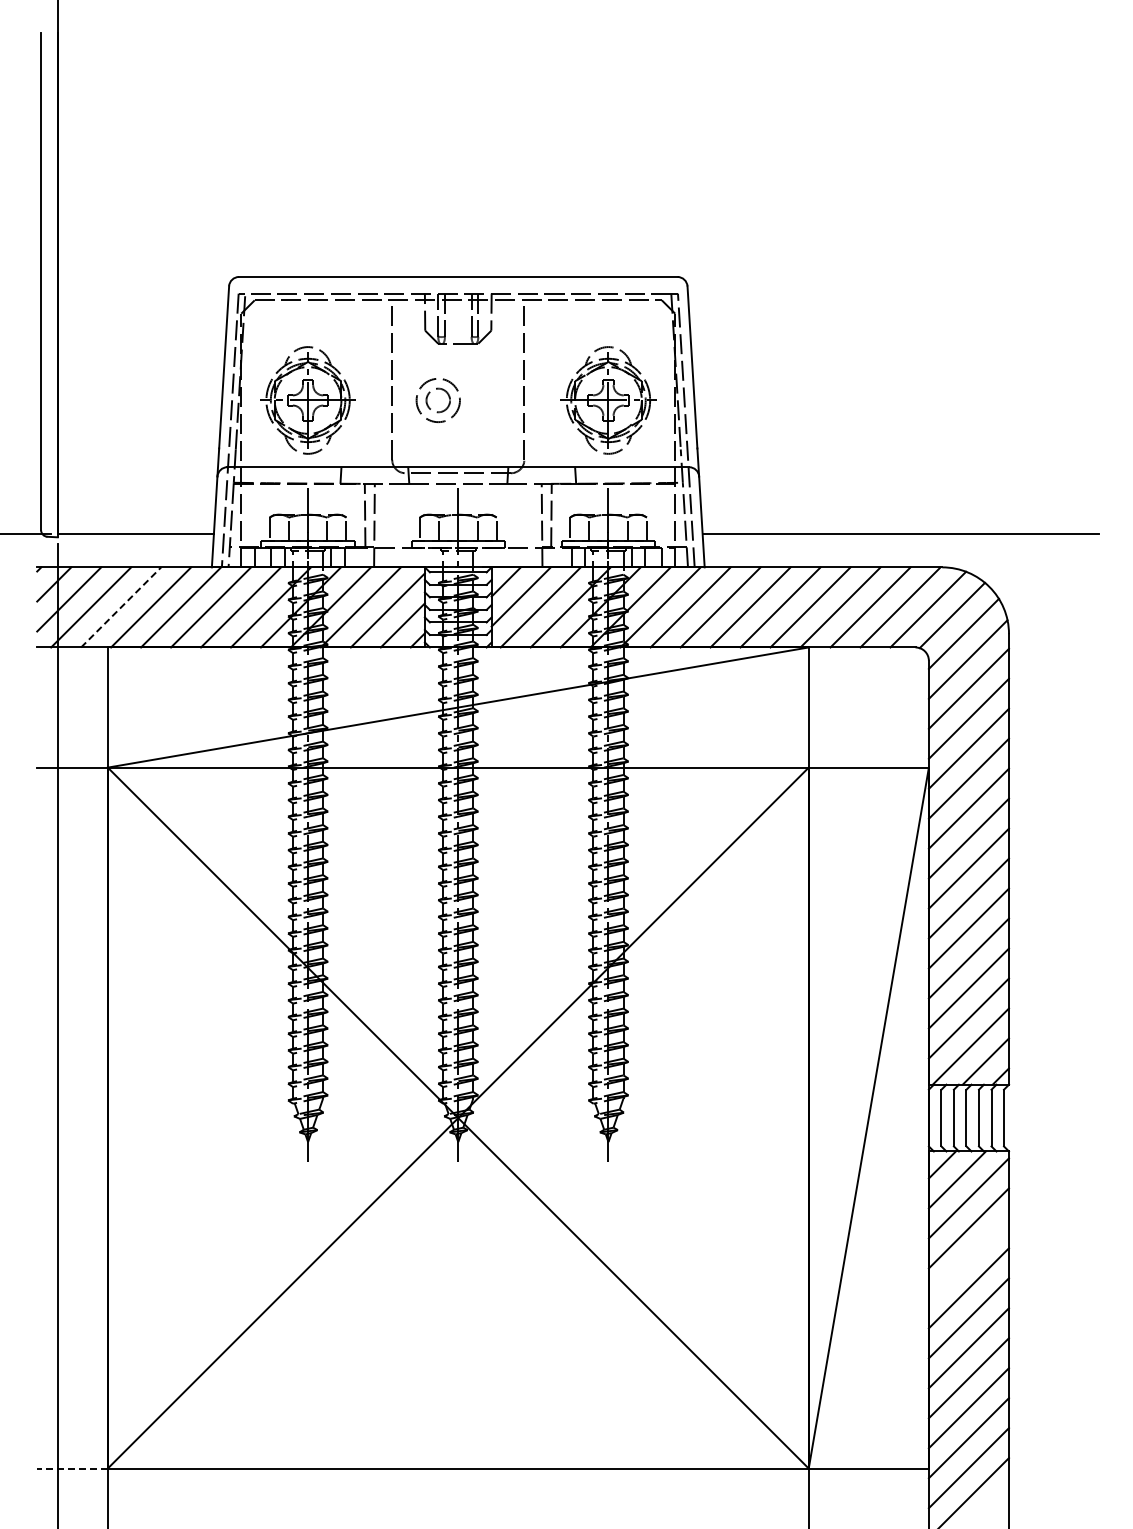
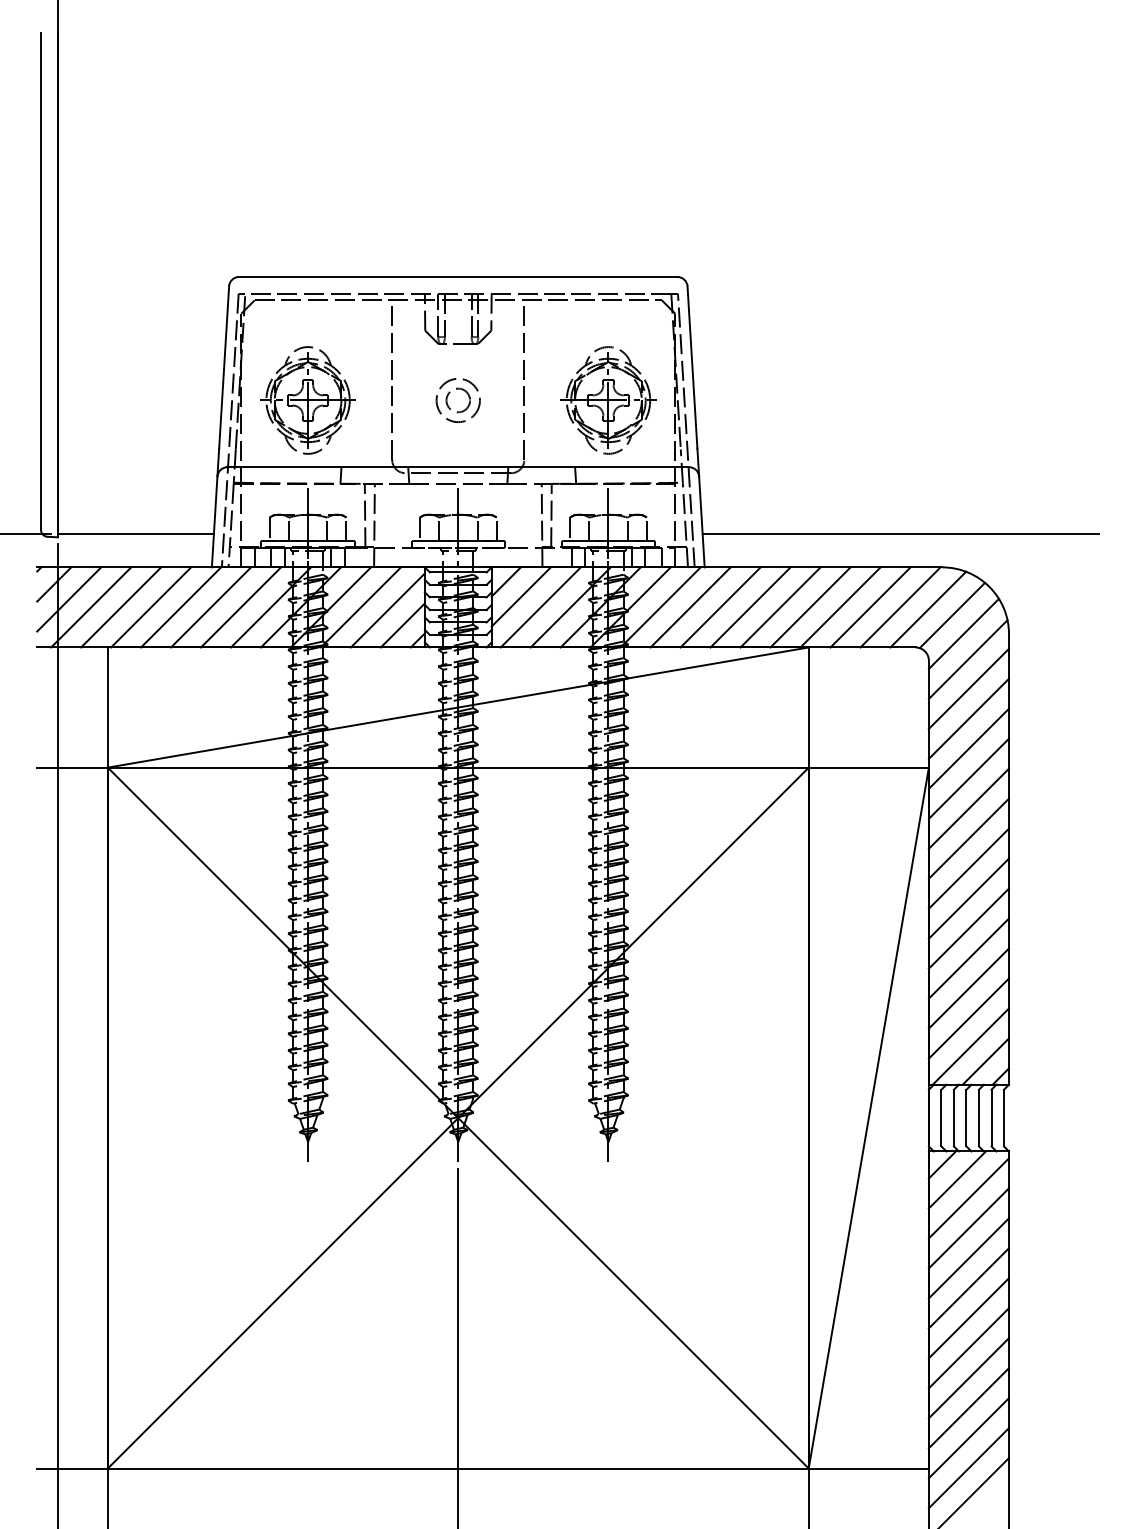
part at (428, 396) position: (428, 396) -> (448, 396)
line at (121, 607): dashed -> solid
line at (968, 1258): none -> present
line at (458, 1347): none -> present
line at (72, 1468): dashed -> solid
